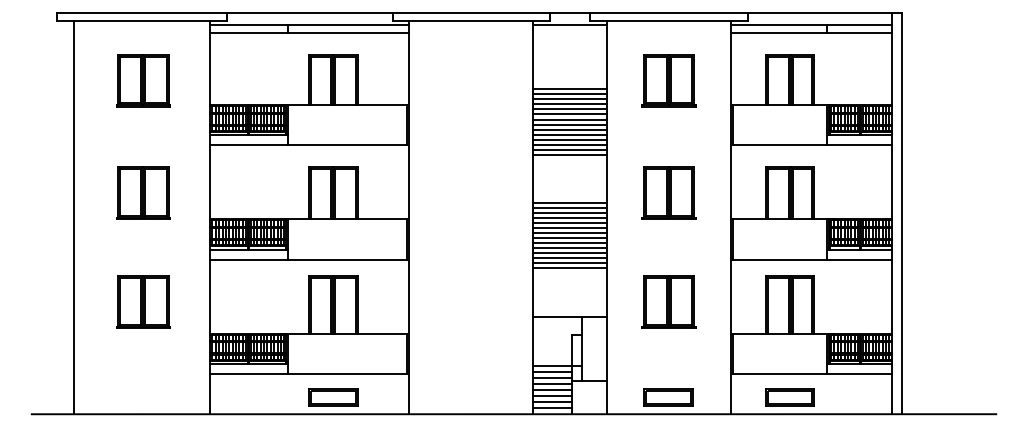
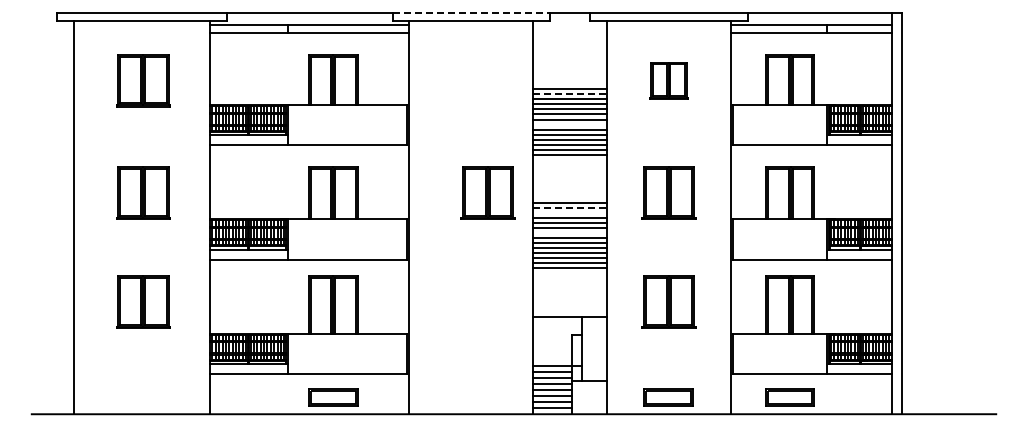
line at (471, 12): solid -> dashed
line at (569, 24): present -> none
part at (668, 80) size: 56x54 px -> 40x38 px
line at (570, 94): solid -> dashed
line at (569, 124): present -> none
part at (487, 192): none -> present
line at (570, 207): solid -> dashed
line at (569, 212): present -> none
line at (569, 233): present -> none
